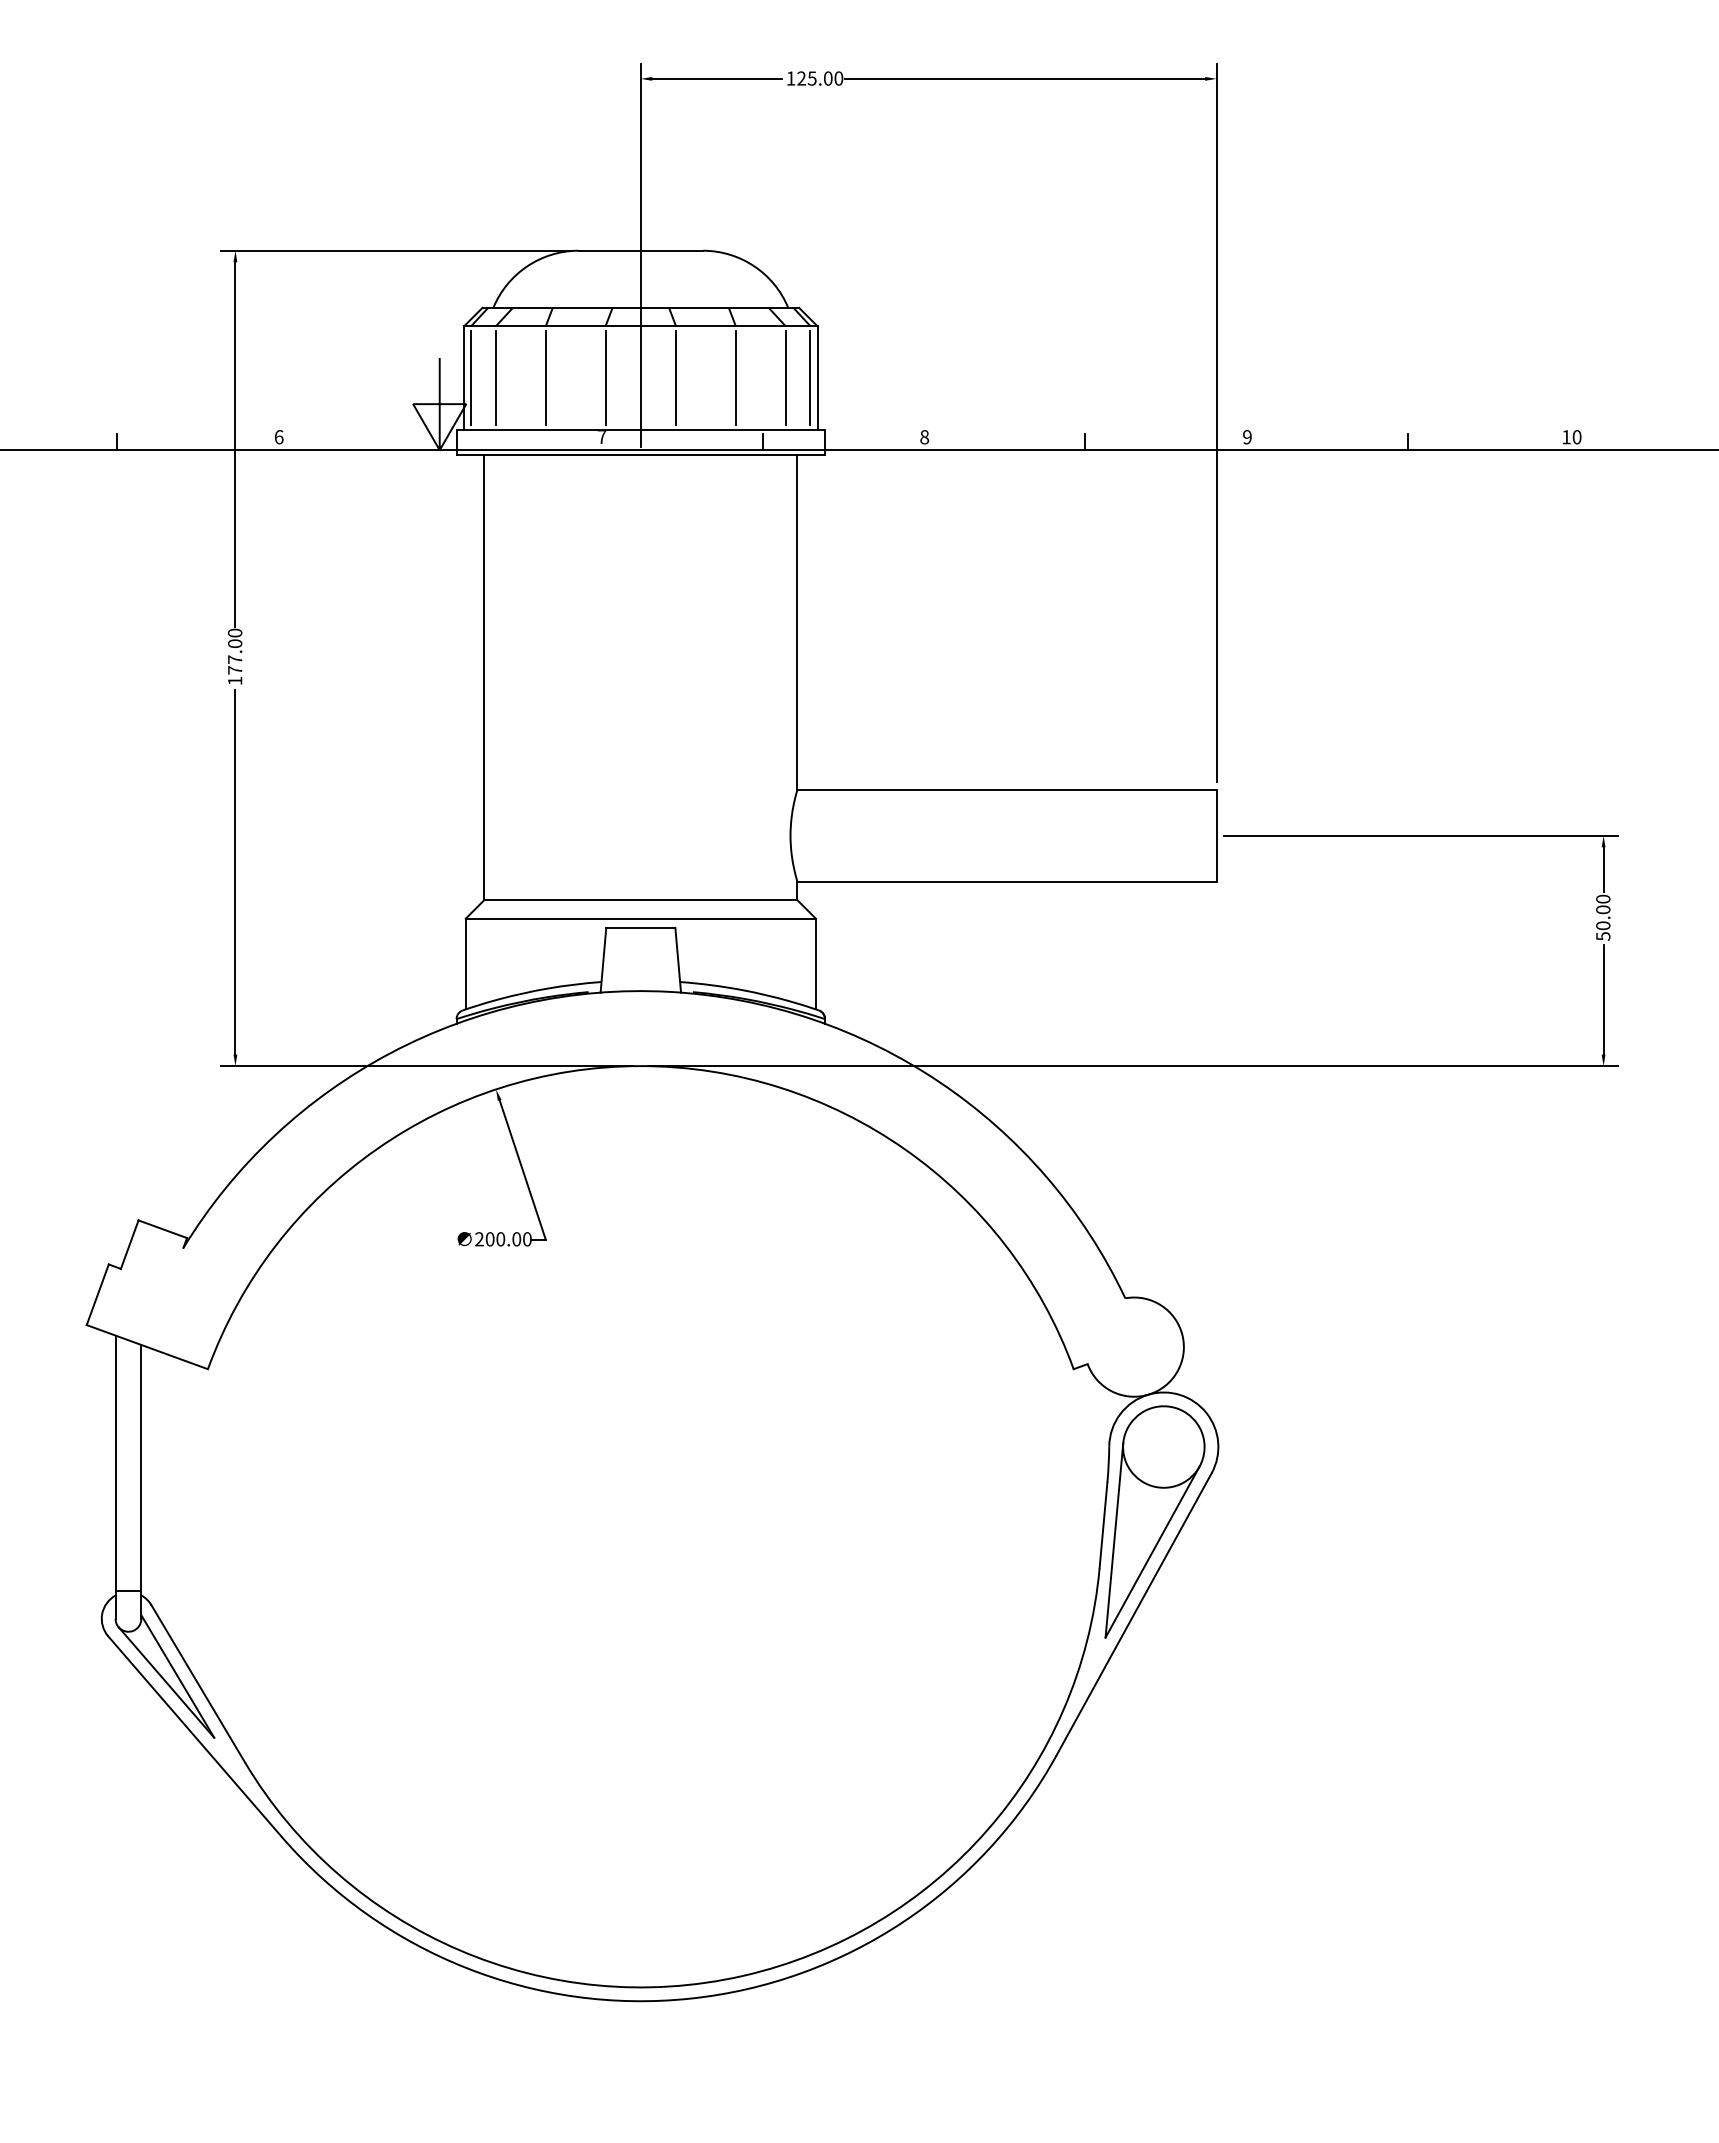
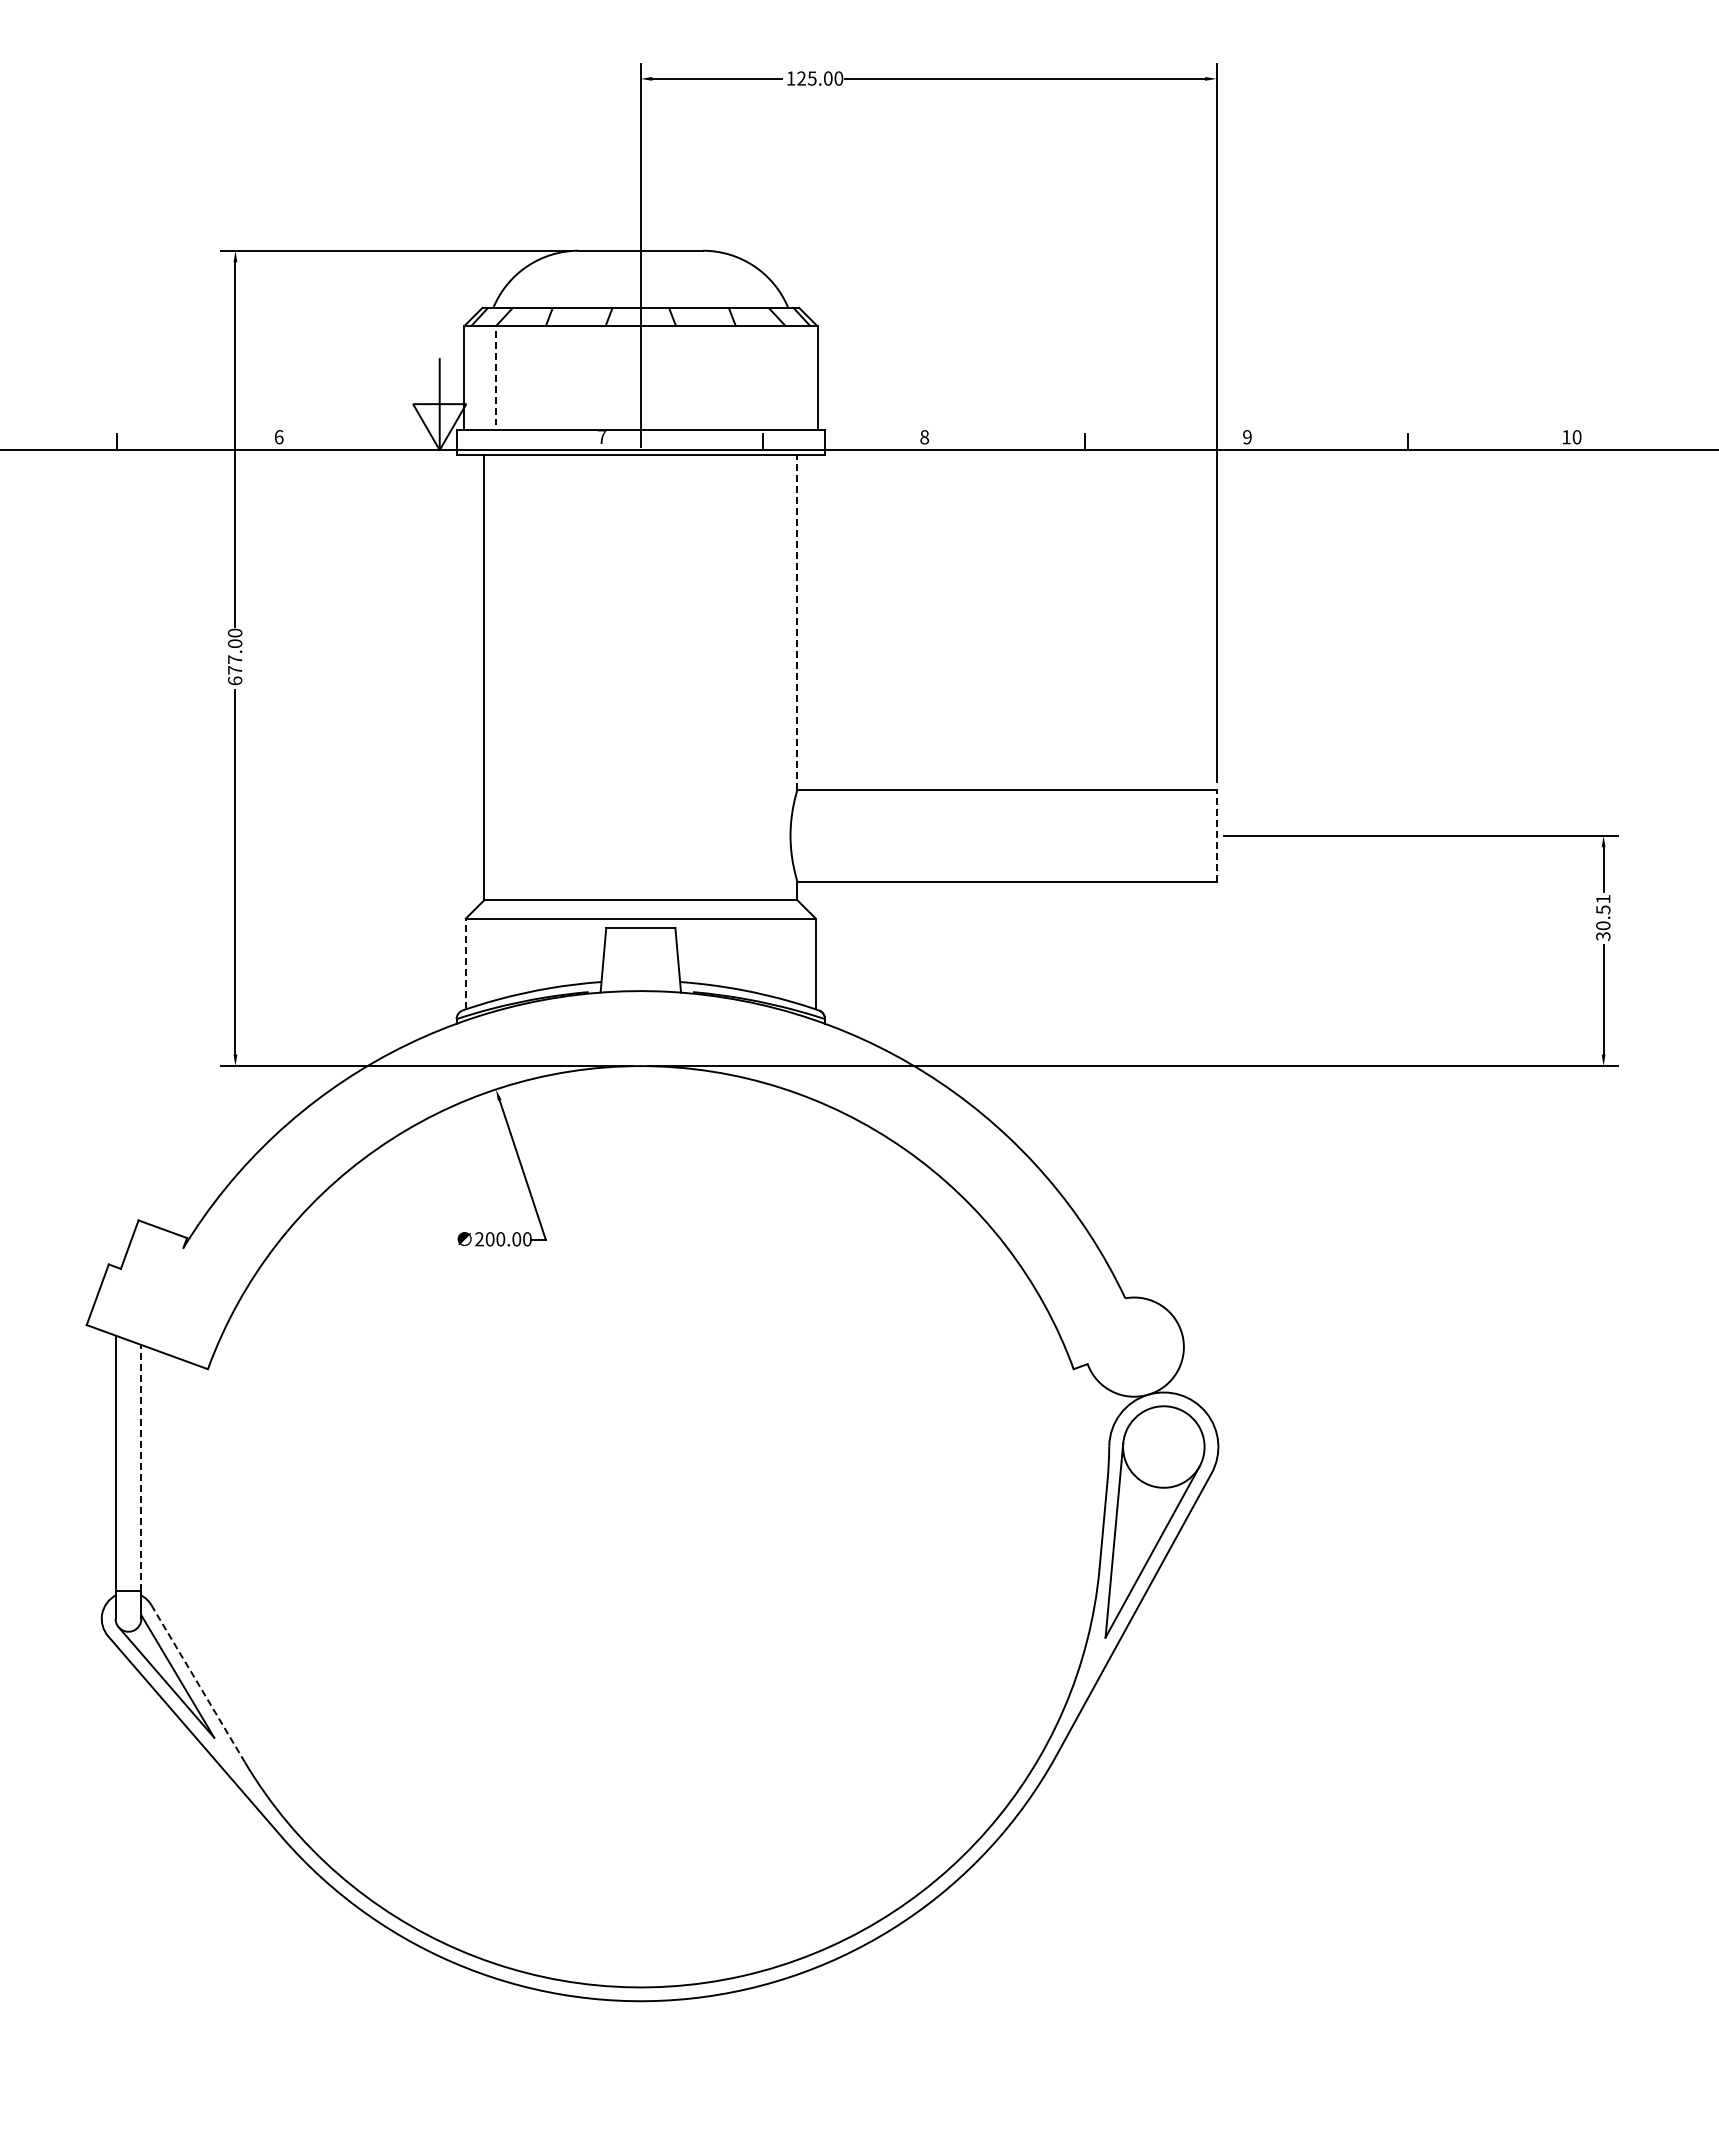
line at (471, 377): present -> none
line at (545, 377): present -> none
line at (605, 377): present -> none
line at (676, 377): present -> none
line at (735, 377): present -> none
line at (785, 377): present -> none
line at (810, 377): present -> none
line at (495, 378): solid -> dashed
line at (797, 622): solid -> dashed
text at (235, 680): 177.00 -> 677.00
line at (1216, 835): solid -> dashed
text at (1603, 917): 50.00 -> 30.51
line at (465, 963): solid -> dashed
line at (141, 1467): solid -> dashed
line at (197, 1683): solid -> dashed
